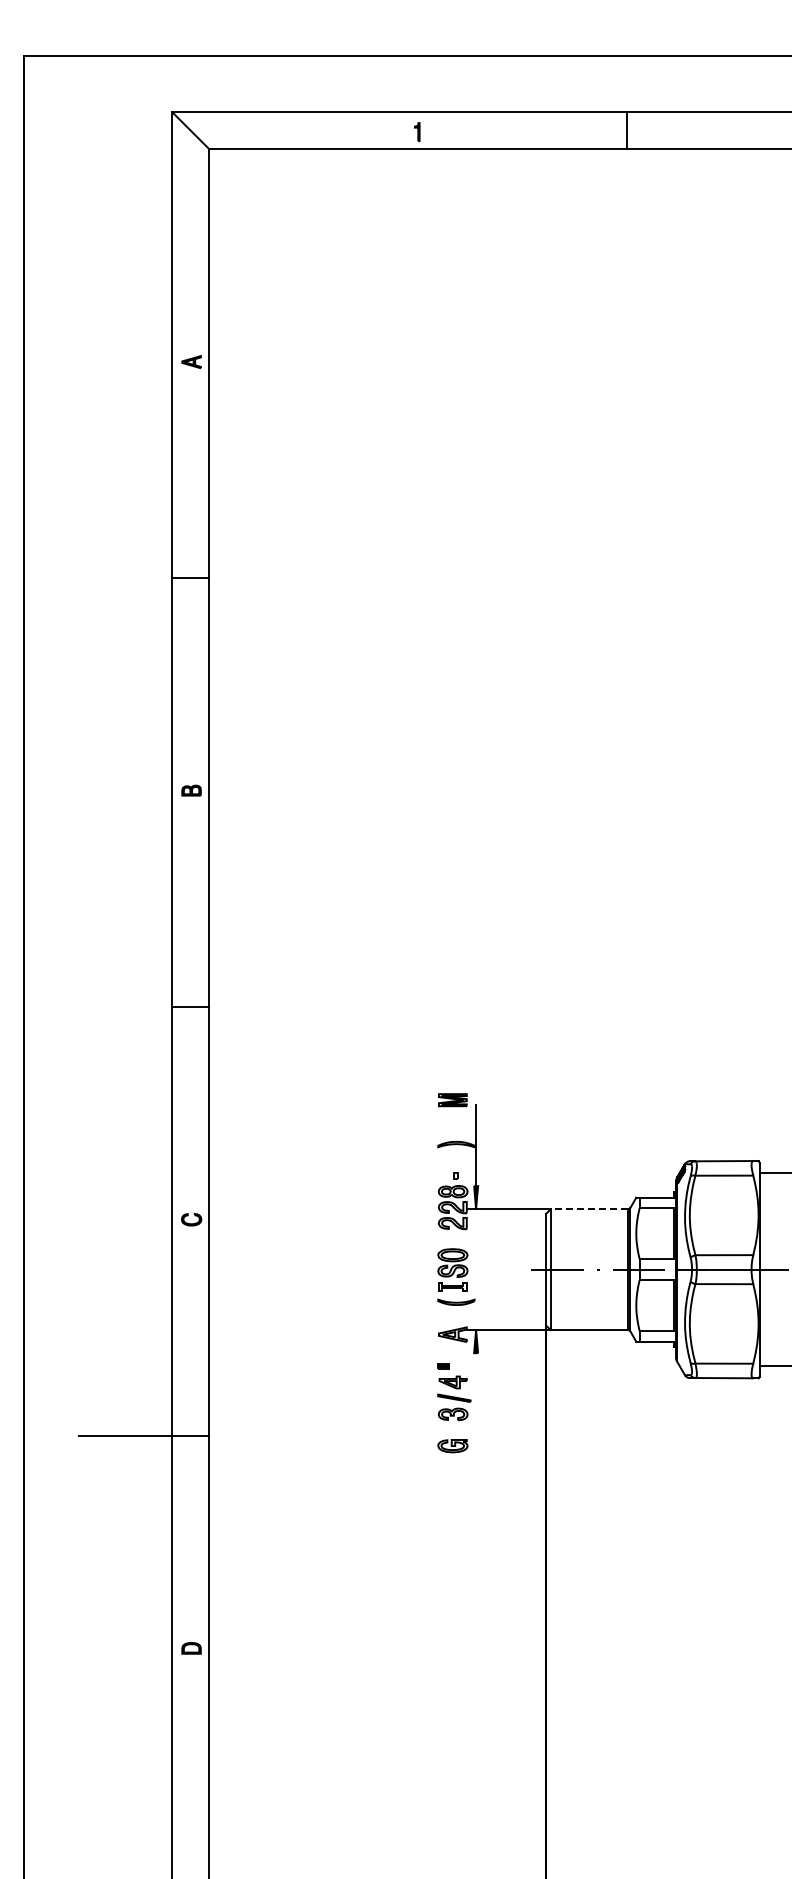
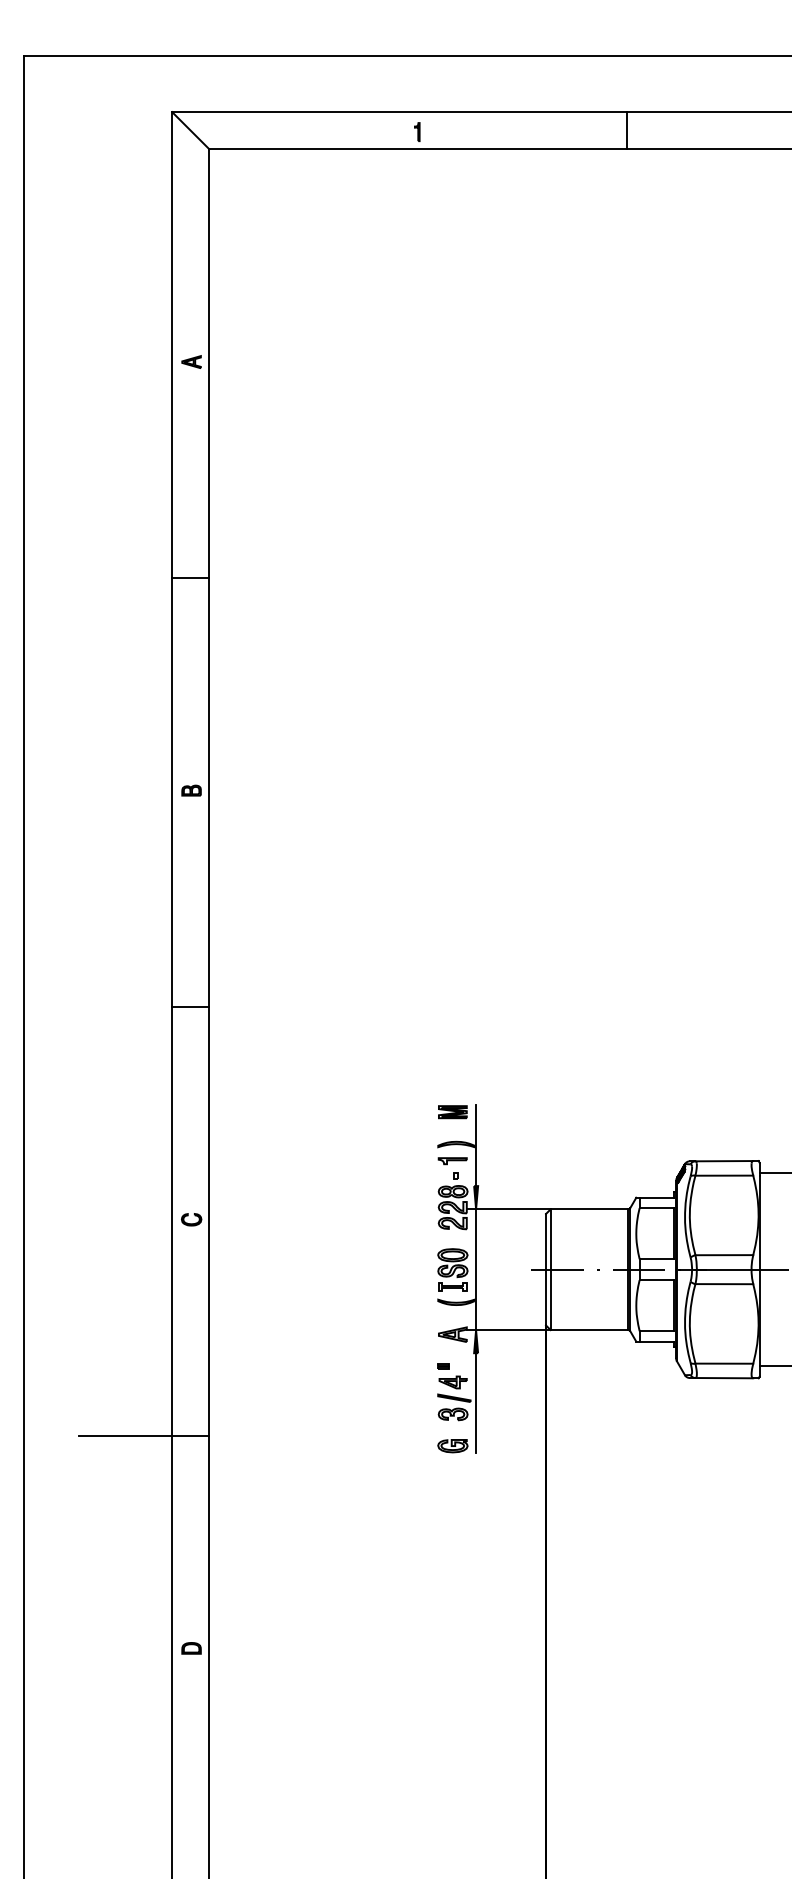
part at (452, 1100) position: (452, 1100) -> (452, 1112)
part at (452, 1161): none -> present
line at (589, 1209): dashed -> solid
line at (476, 1269): none -> present
line at (476, 1403): none -> present
